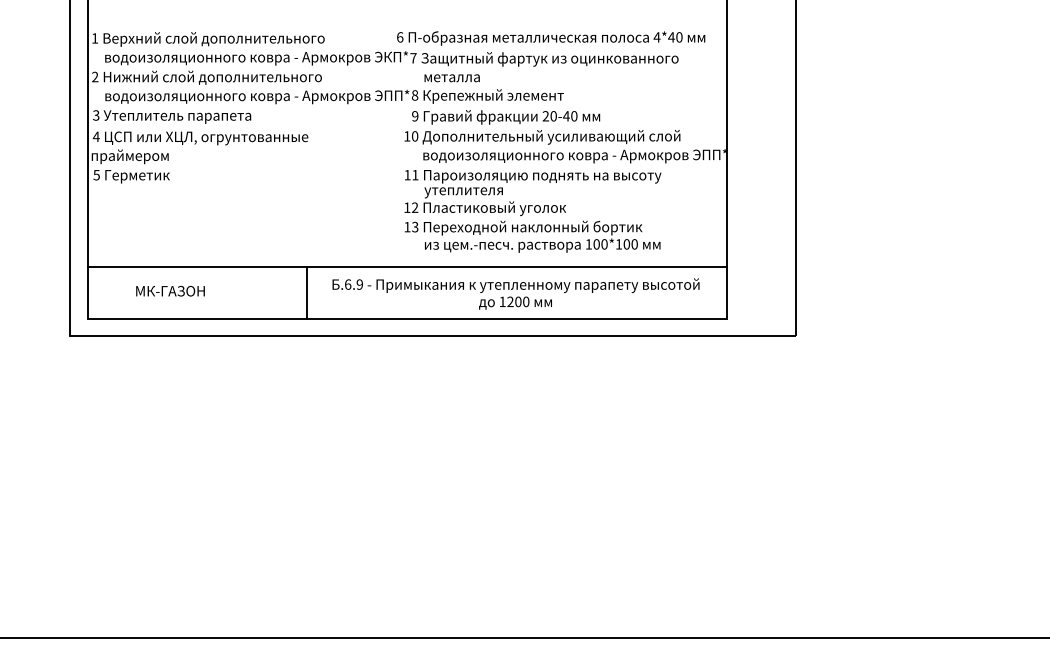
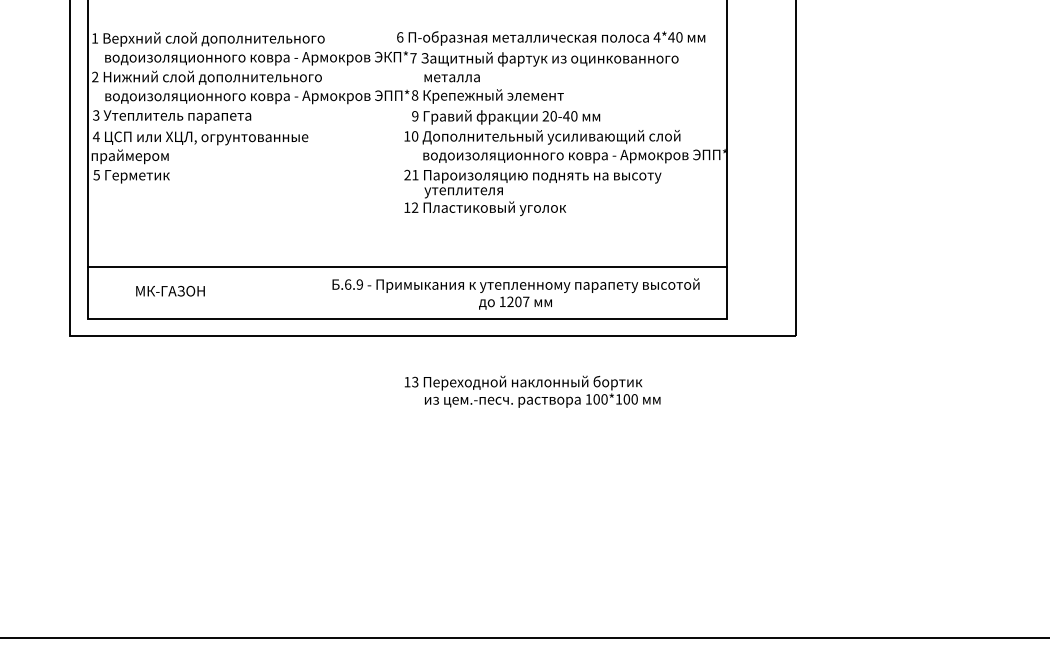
text at (407, 174): 11 -> 21
text at (532, 236) position: (532, 236) -> (532, 391)
line at (306, 293): present -> none
text at (526, 301): 1200 -> 1207
